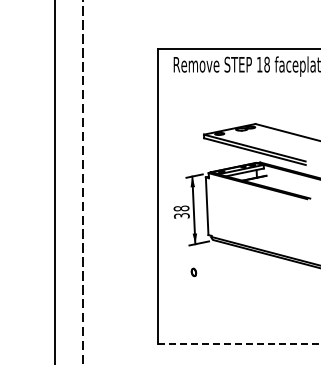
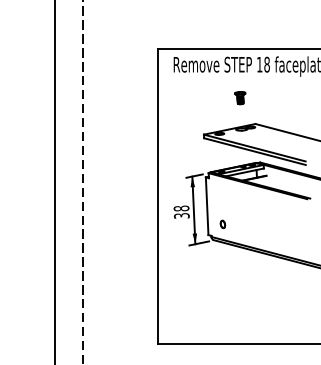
part at (240, 98): none -> present
part at (193, 272) position: (193, 272) -> (222, 224)
line at (239, 344): dashed -> solid
